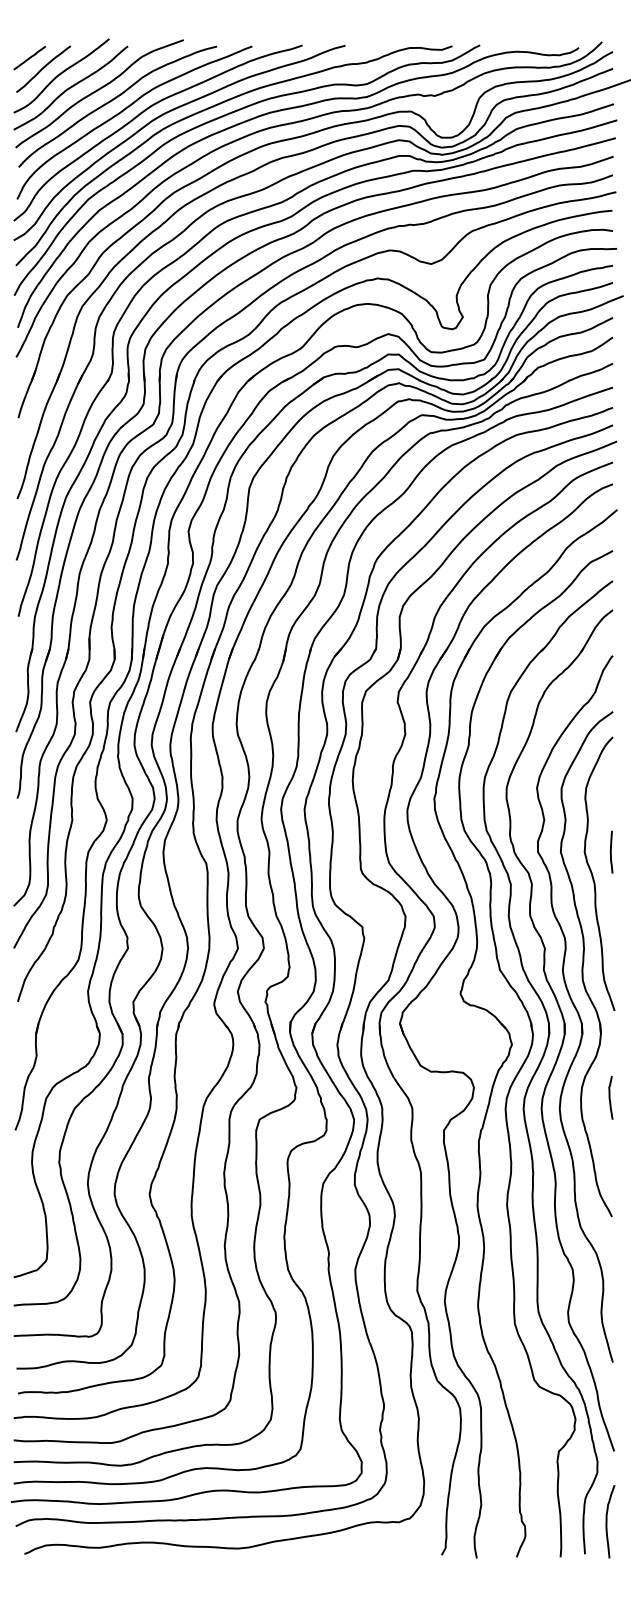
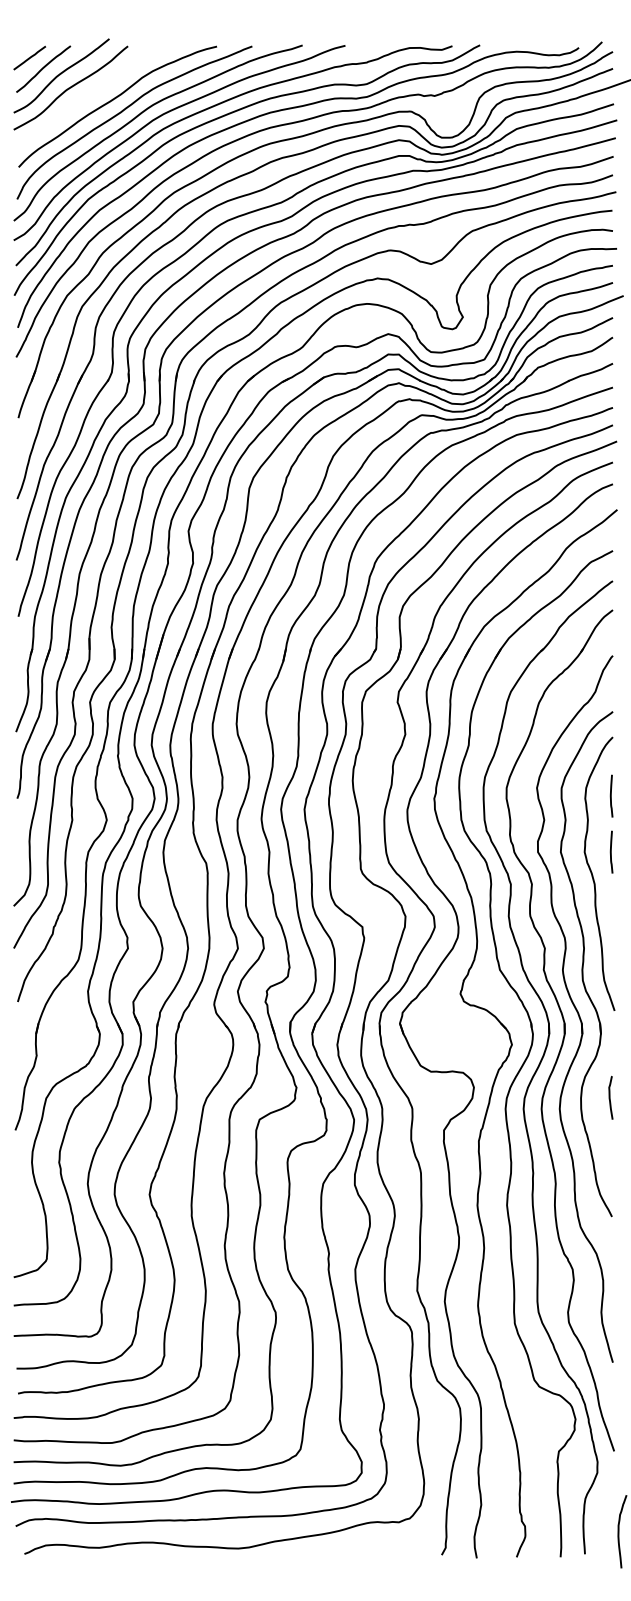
curve at (97, 91): present -> none
curve at (611, 795): none -> present
curve at (607, 1521) position: (607, 1521) -> (619, 1531)
